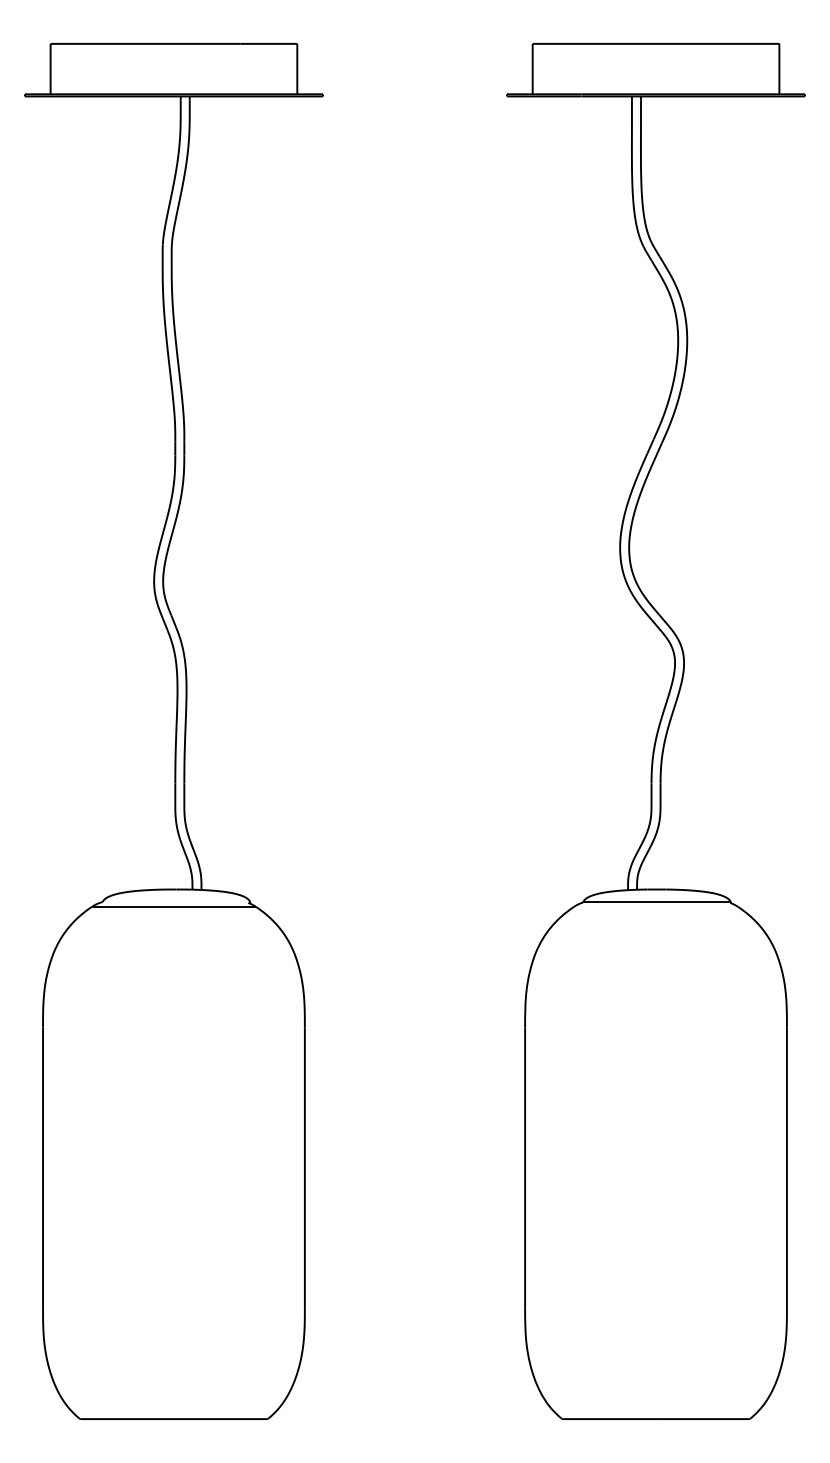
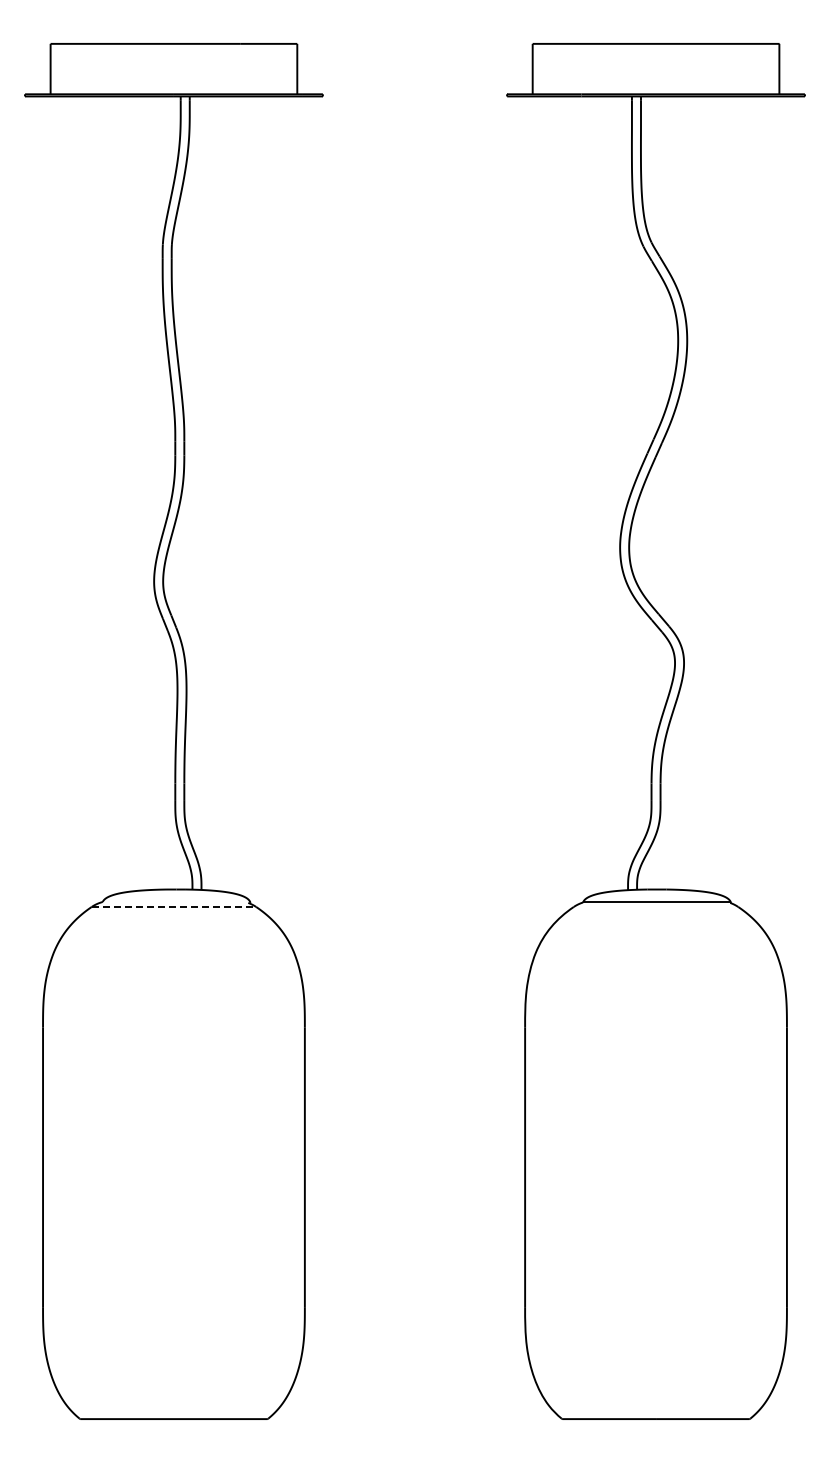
line at (174, 907): solid -> dashed
